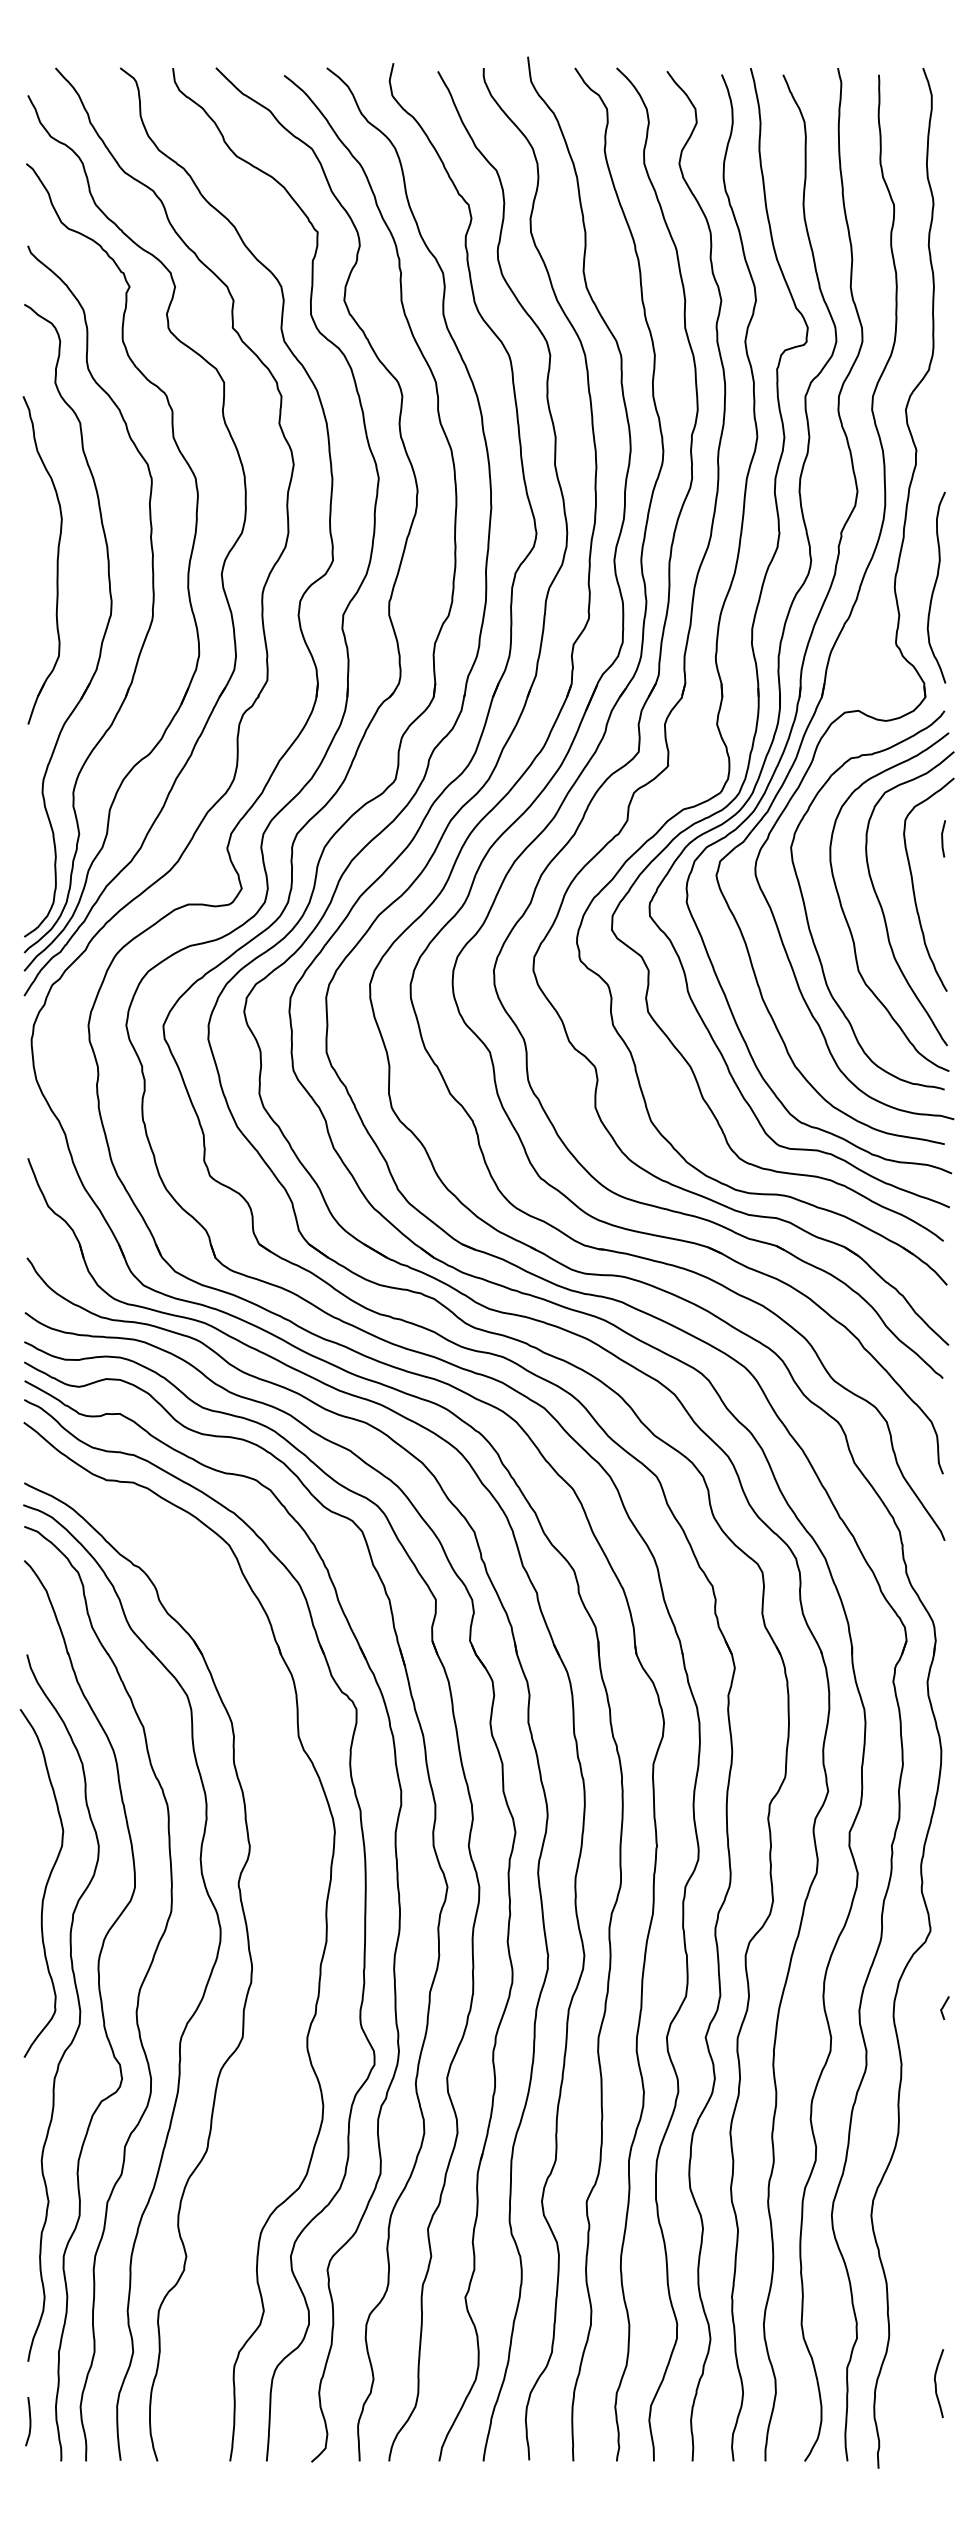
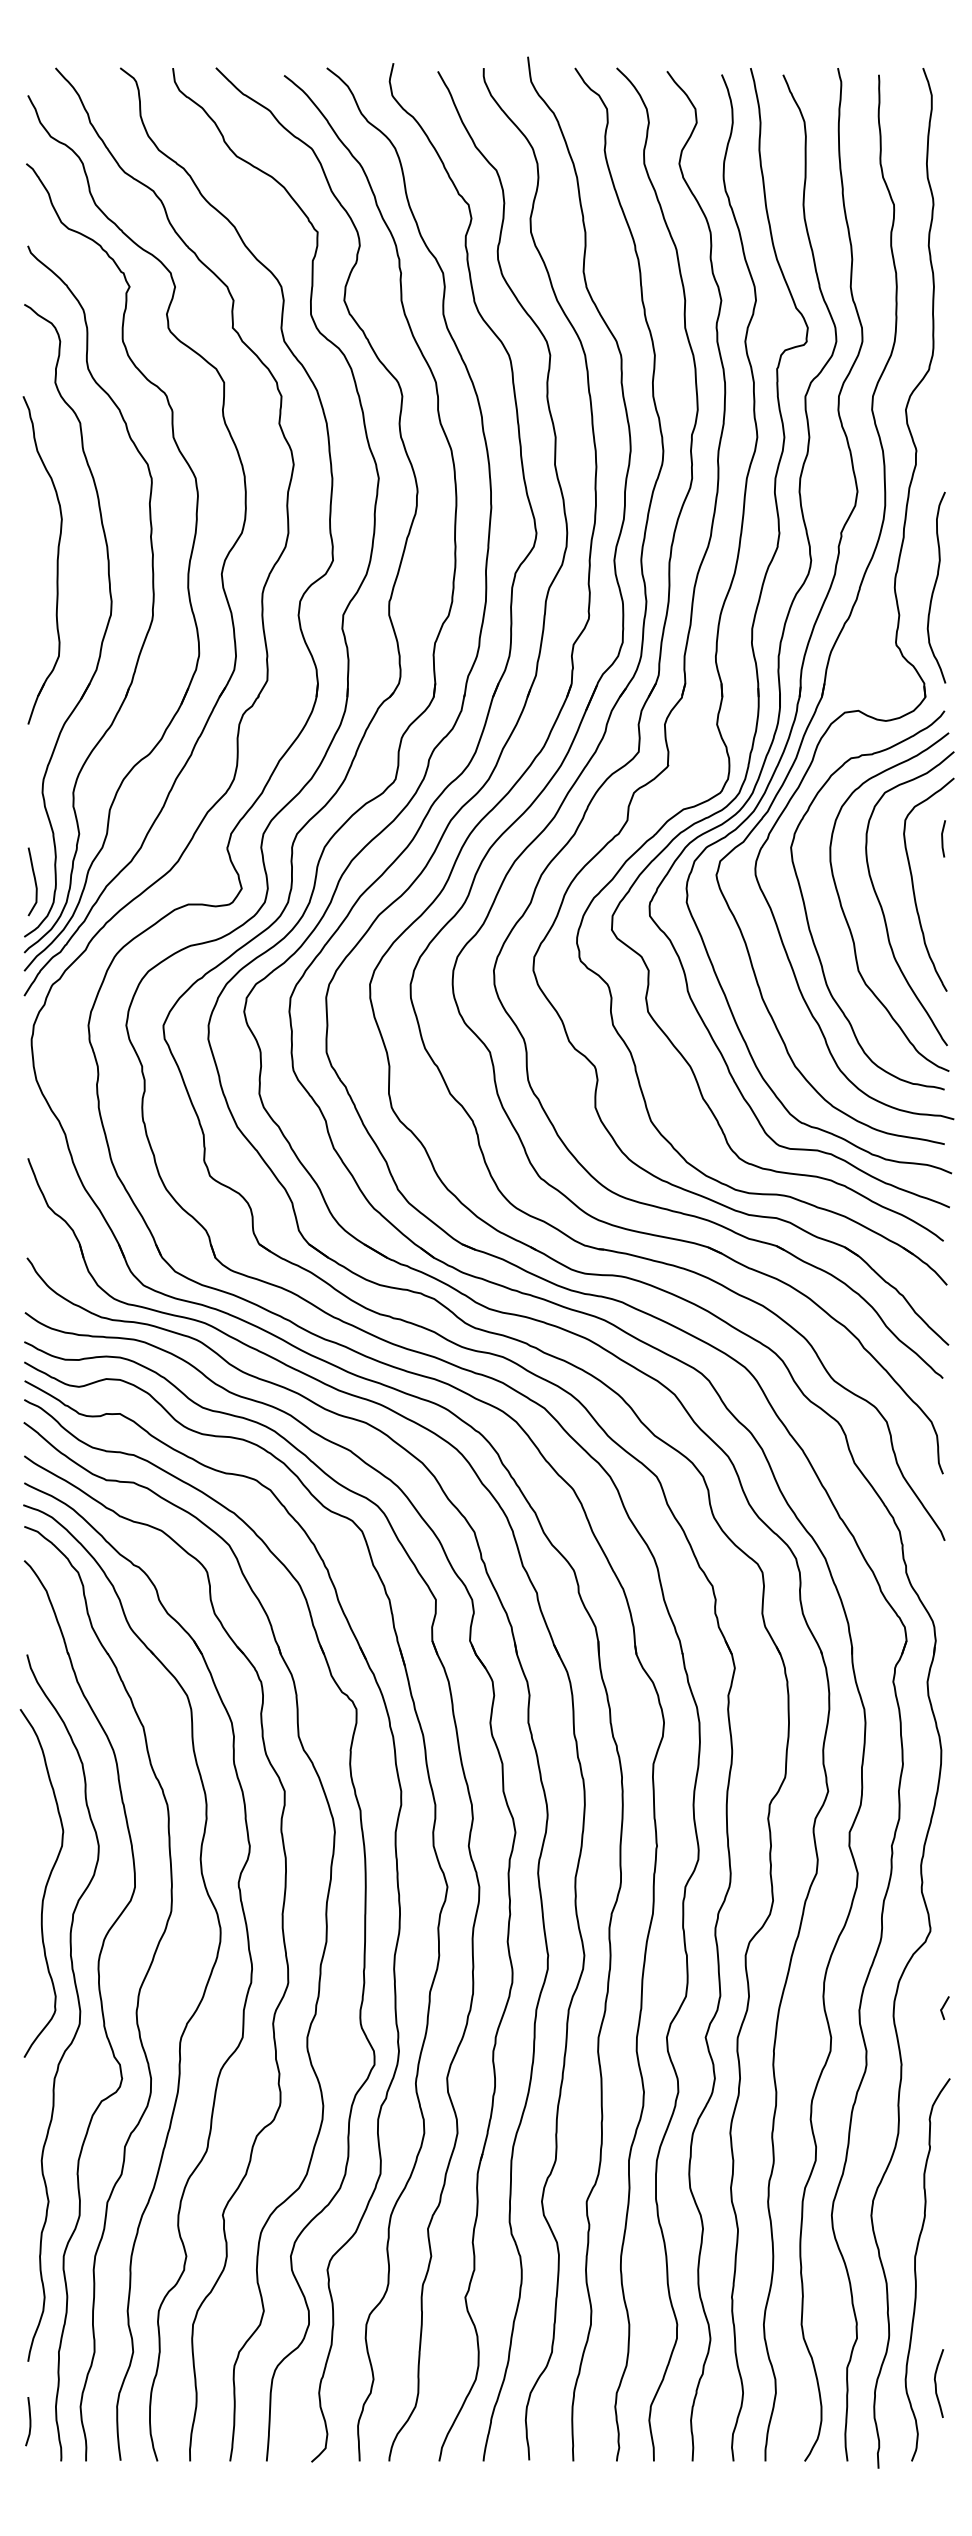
curve at (34, 881): none -> present
part at (283, 1945): none -> present
curve at (916, 2271): none -> present
